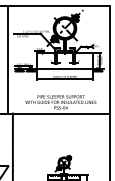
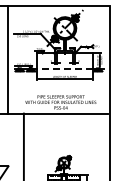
line at (65, 68): solid -> dashed
line at (12, 145) position: (12, 145) -> (23, 145)
